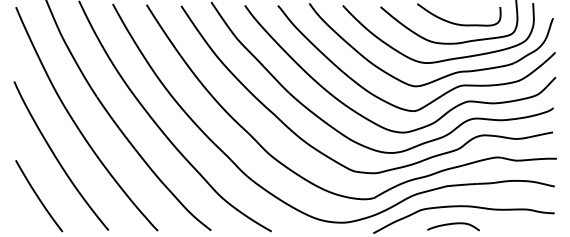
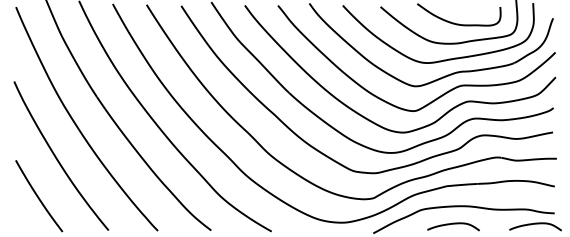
curve at (535, 224): none -> present
